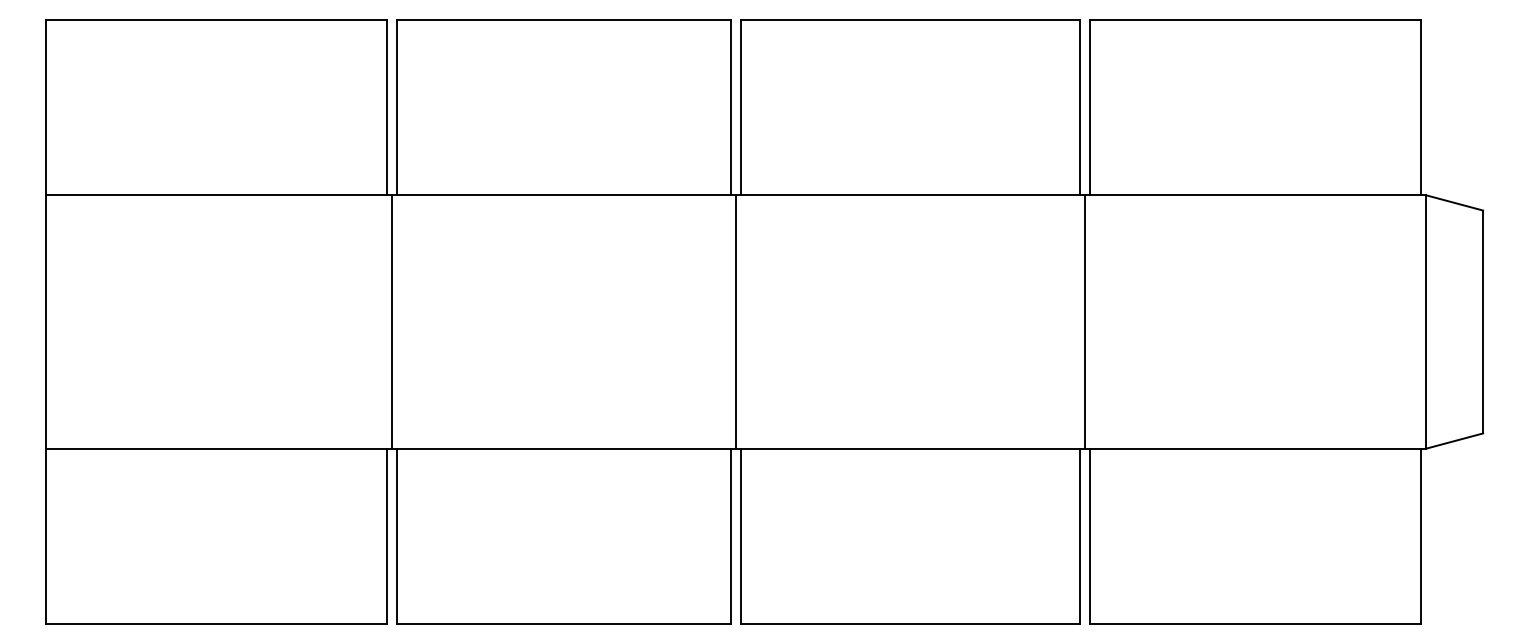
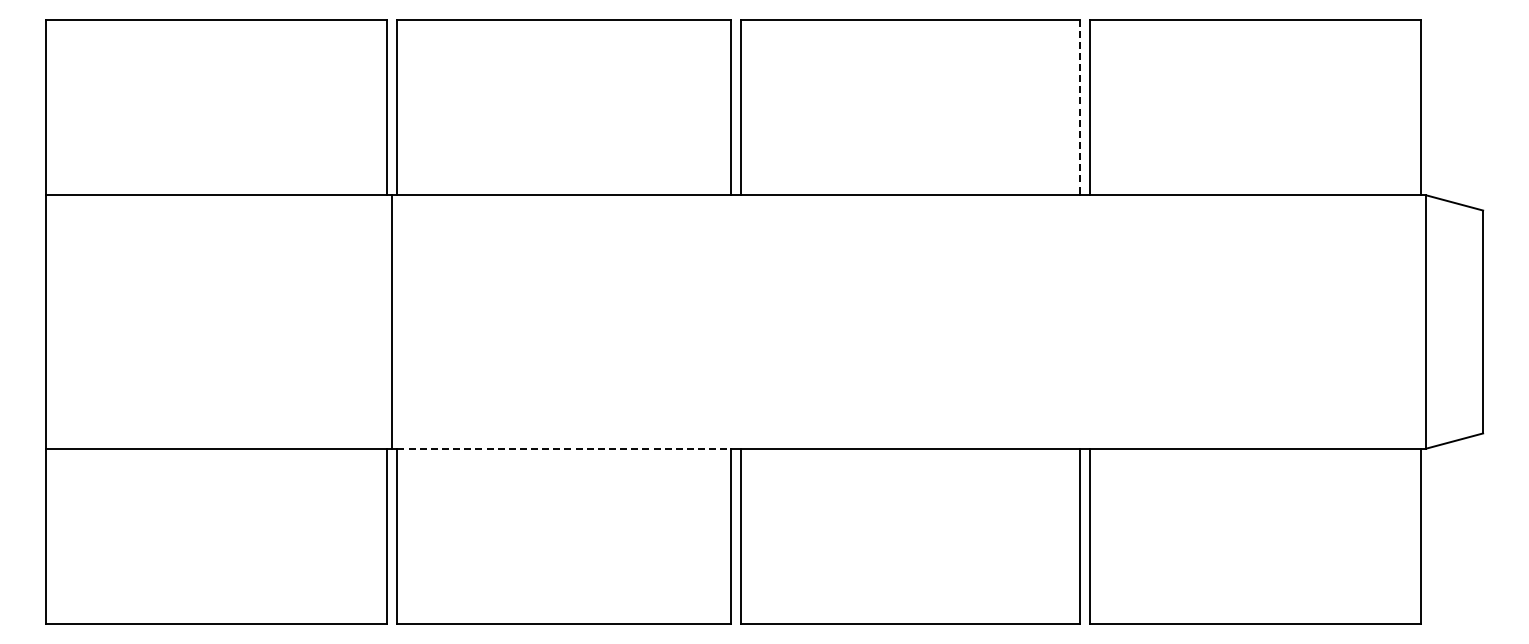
line at (1079, 107): solid -> dashed
line at (736, 321): present -> none
line at (1085, 321): present -> none
line at (564, 448): solid -> dashed
